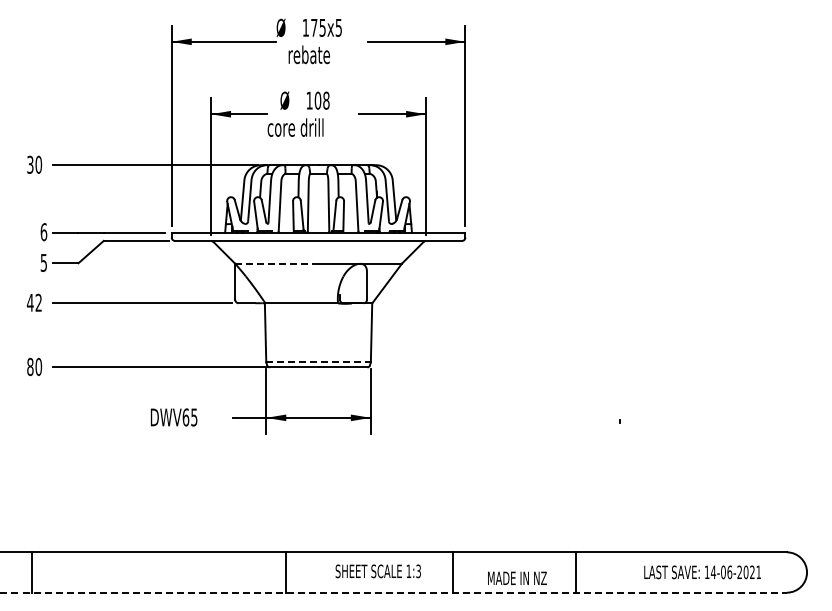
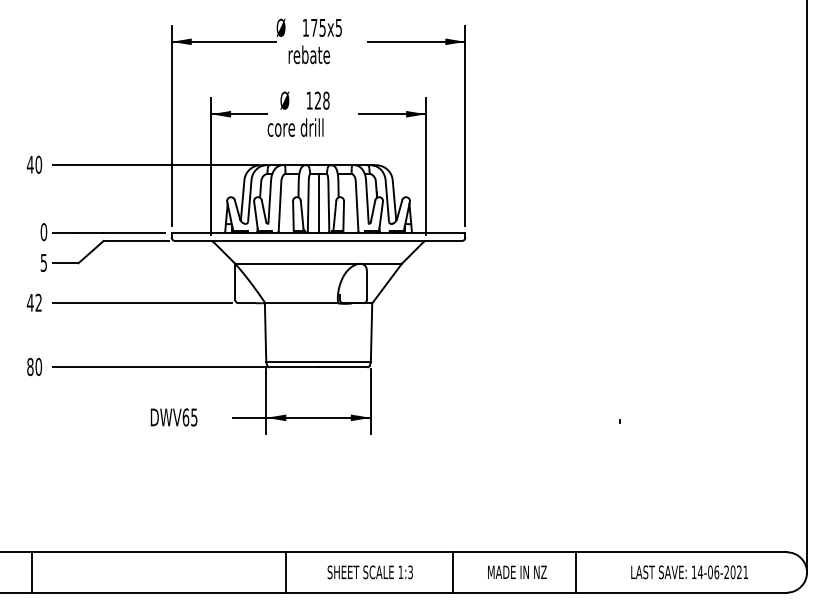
text at (317, 100): 108 -> 128
text at (29, 164): 30 -> 40
line at (318, 202): none -> present
text at (43, 231): 6 -> 0
line at (276, 263): dashed -> solid
line at (807, 287): none -> present
line at (319, 362): dashed -> solid
text at (377, 571) position: (377, 571) -> (369, 572)
text at (702, 572) position: (702, 572) -> (689, 572)
text at (517, 577) position: (517, 577) -> (517, 571)
line at (394, 592): dashed -> solid
